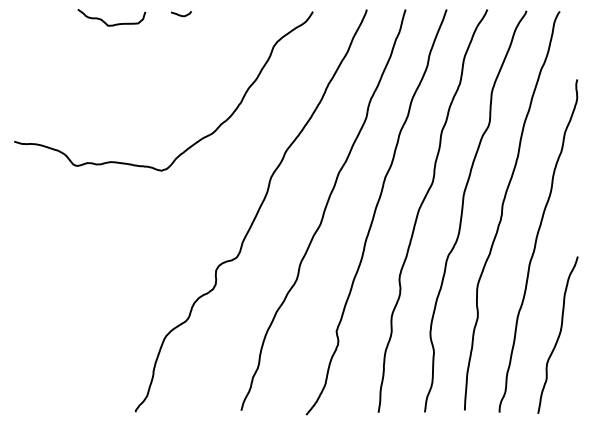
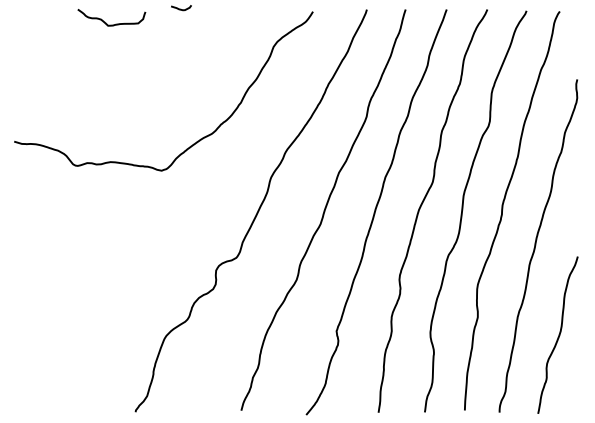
curve at (180, 14) position: (180, 14) -> (180, 8)
